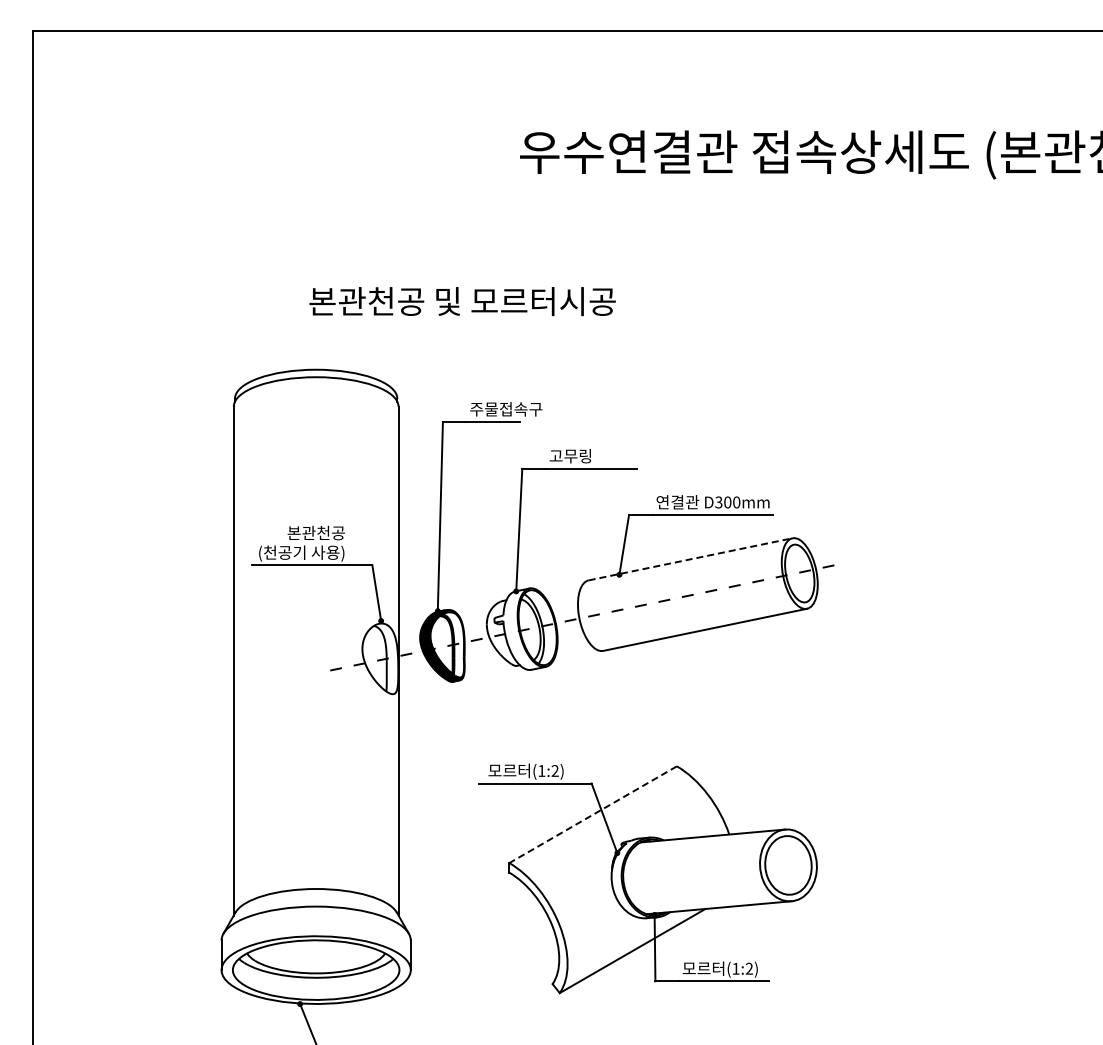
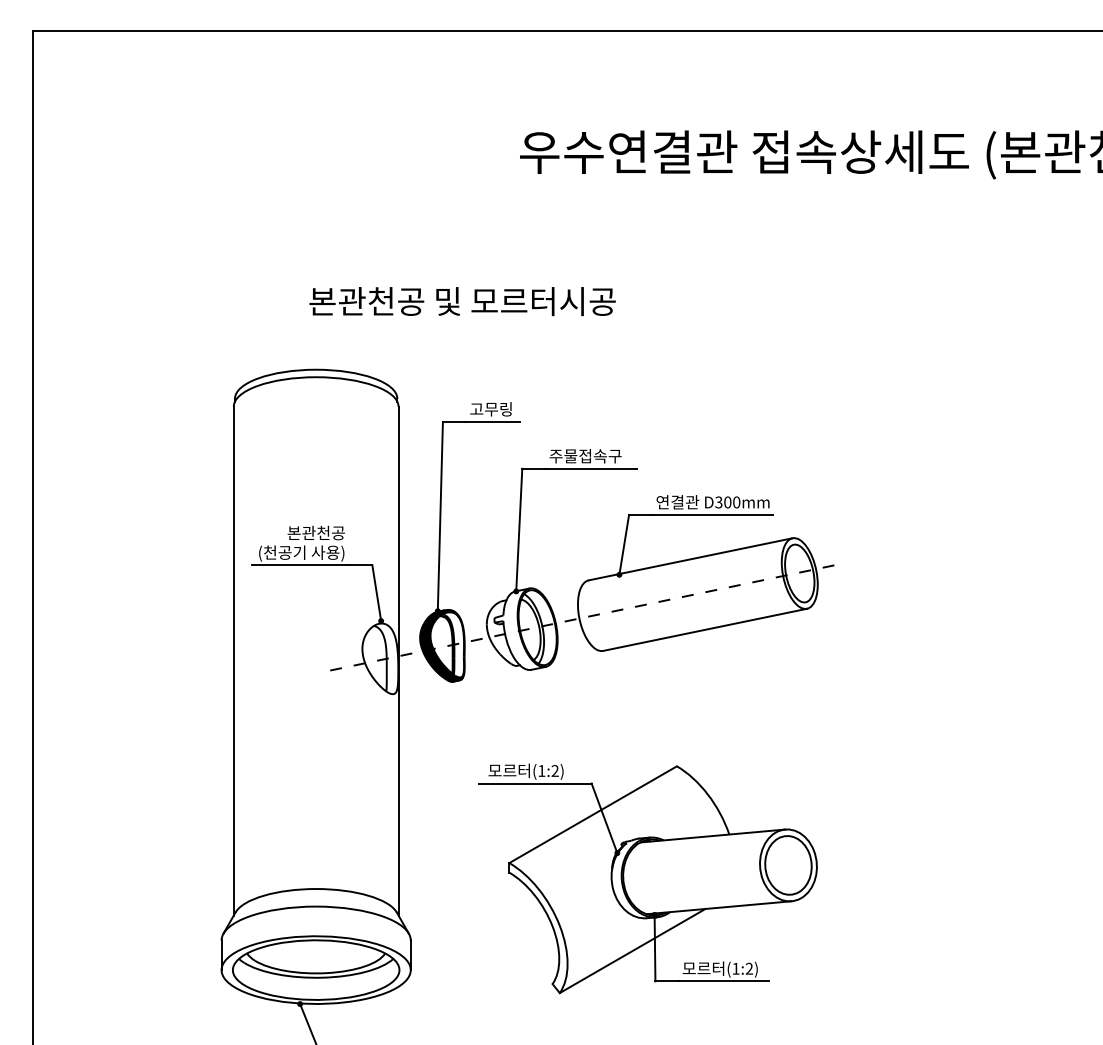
text at (506, 409): 주물접속구 -> 고무링
text at (585, 456): 고무링 -> 주물접속구
line at (691, 559): dashed -> solid
line at (593, 814): dashed -> solid
